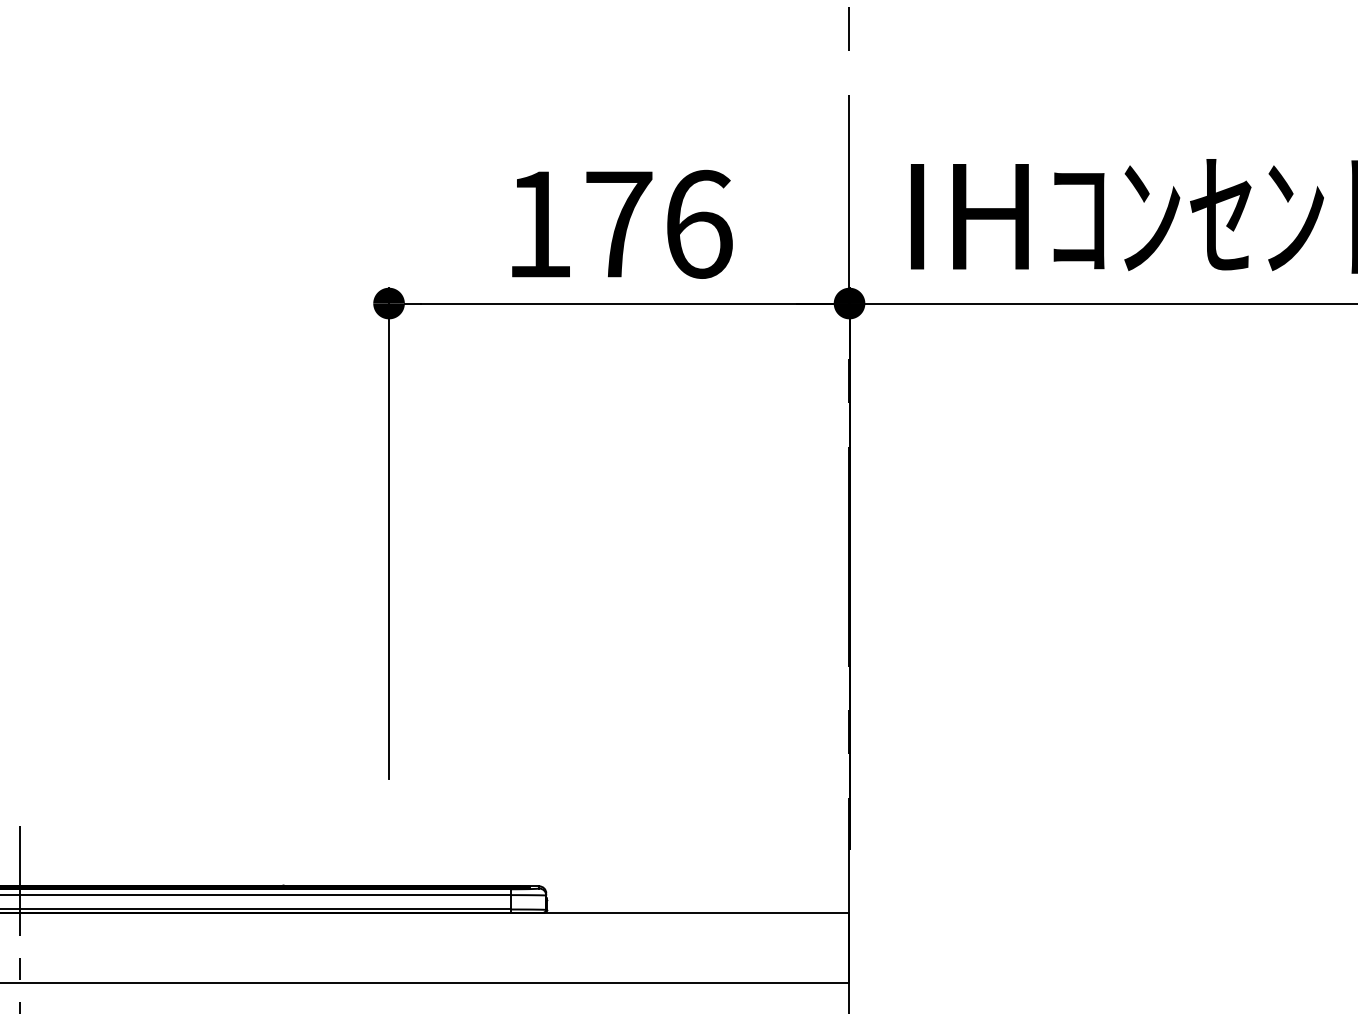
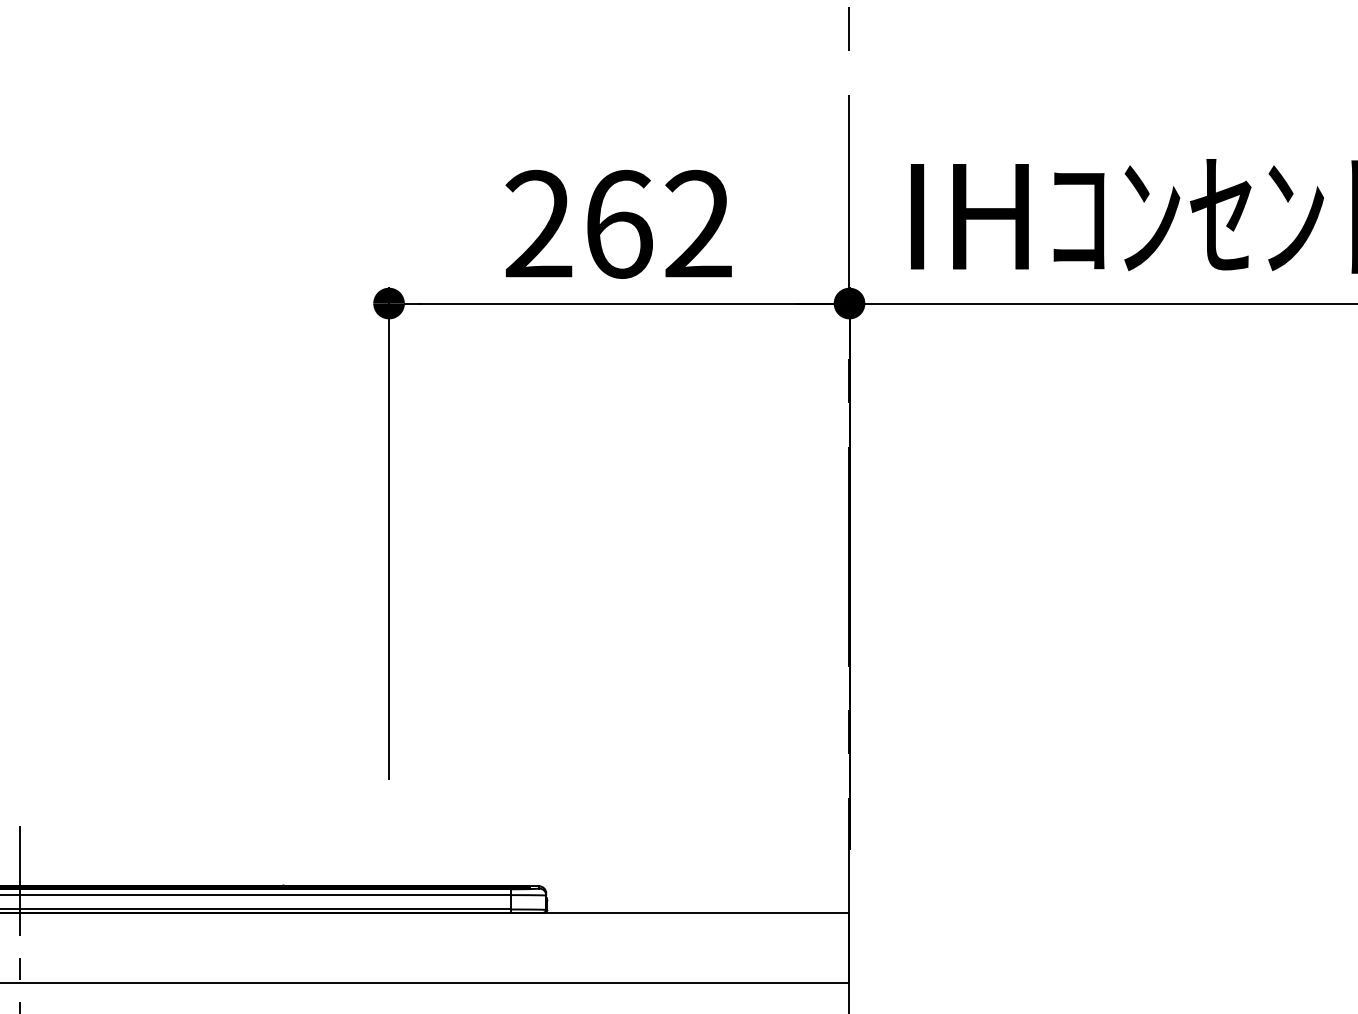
text at (618, 223): 176 -> 262
